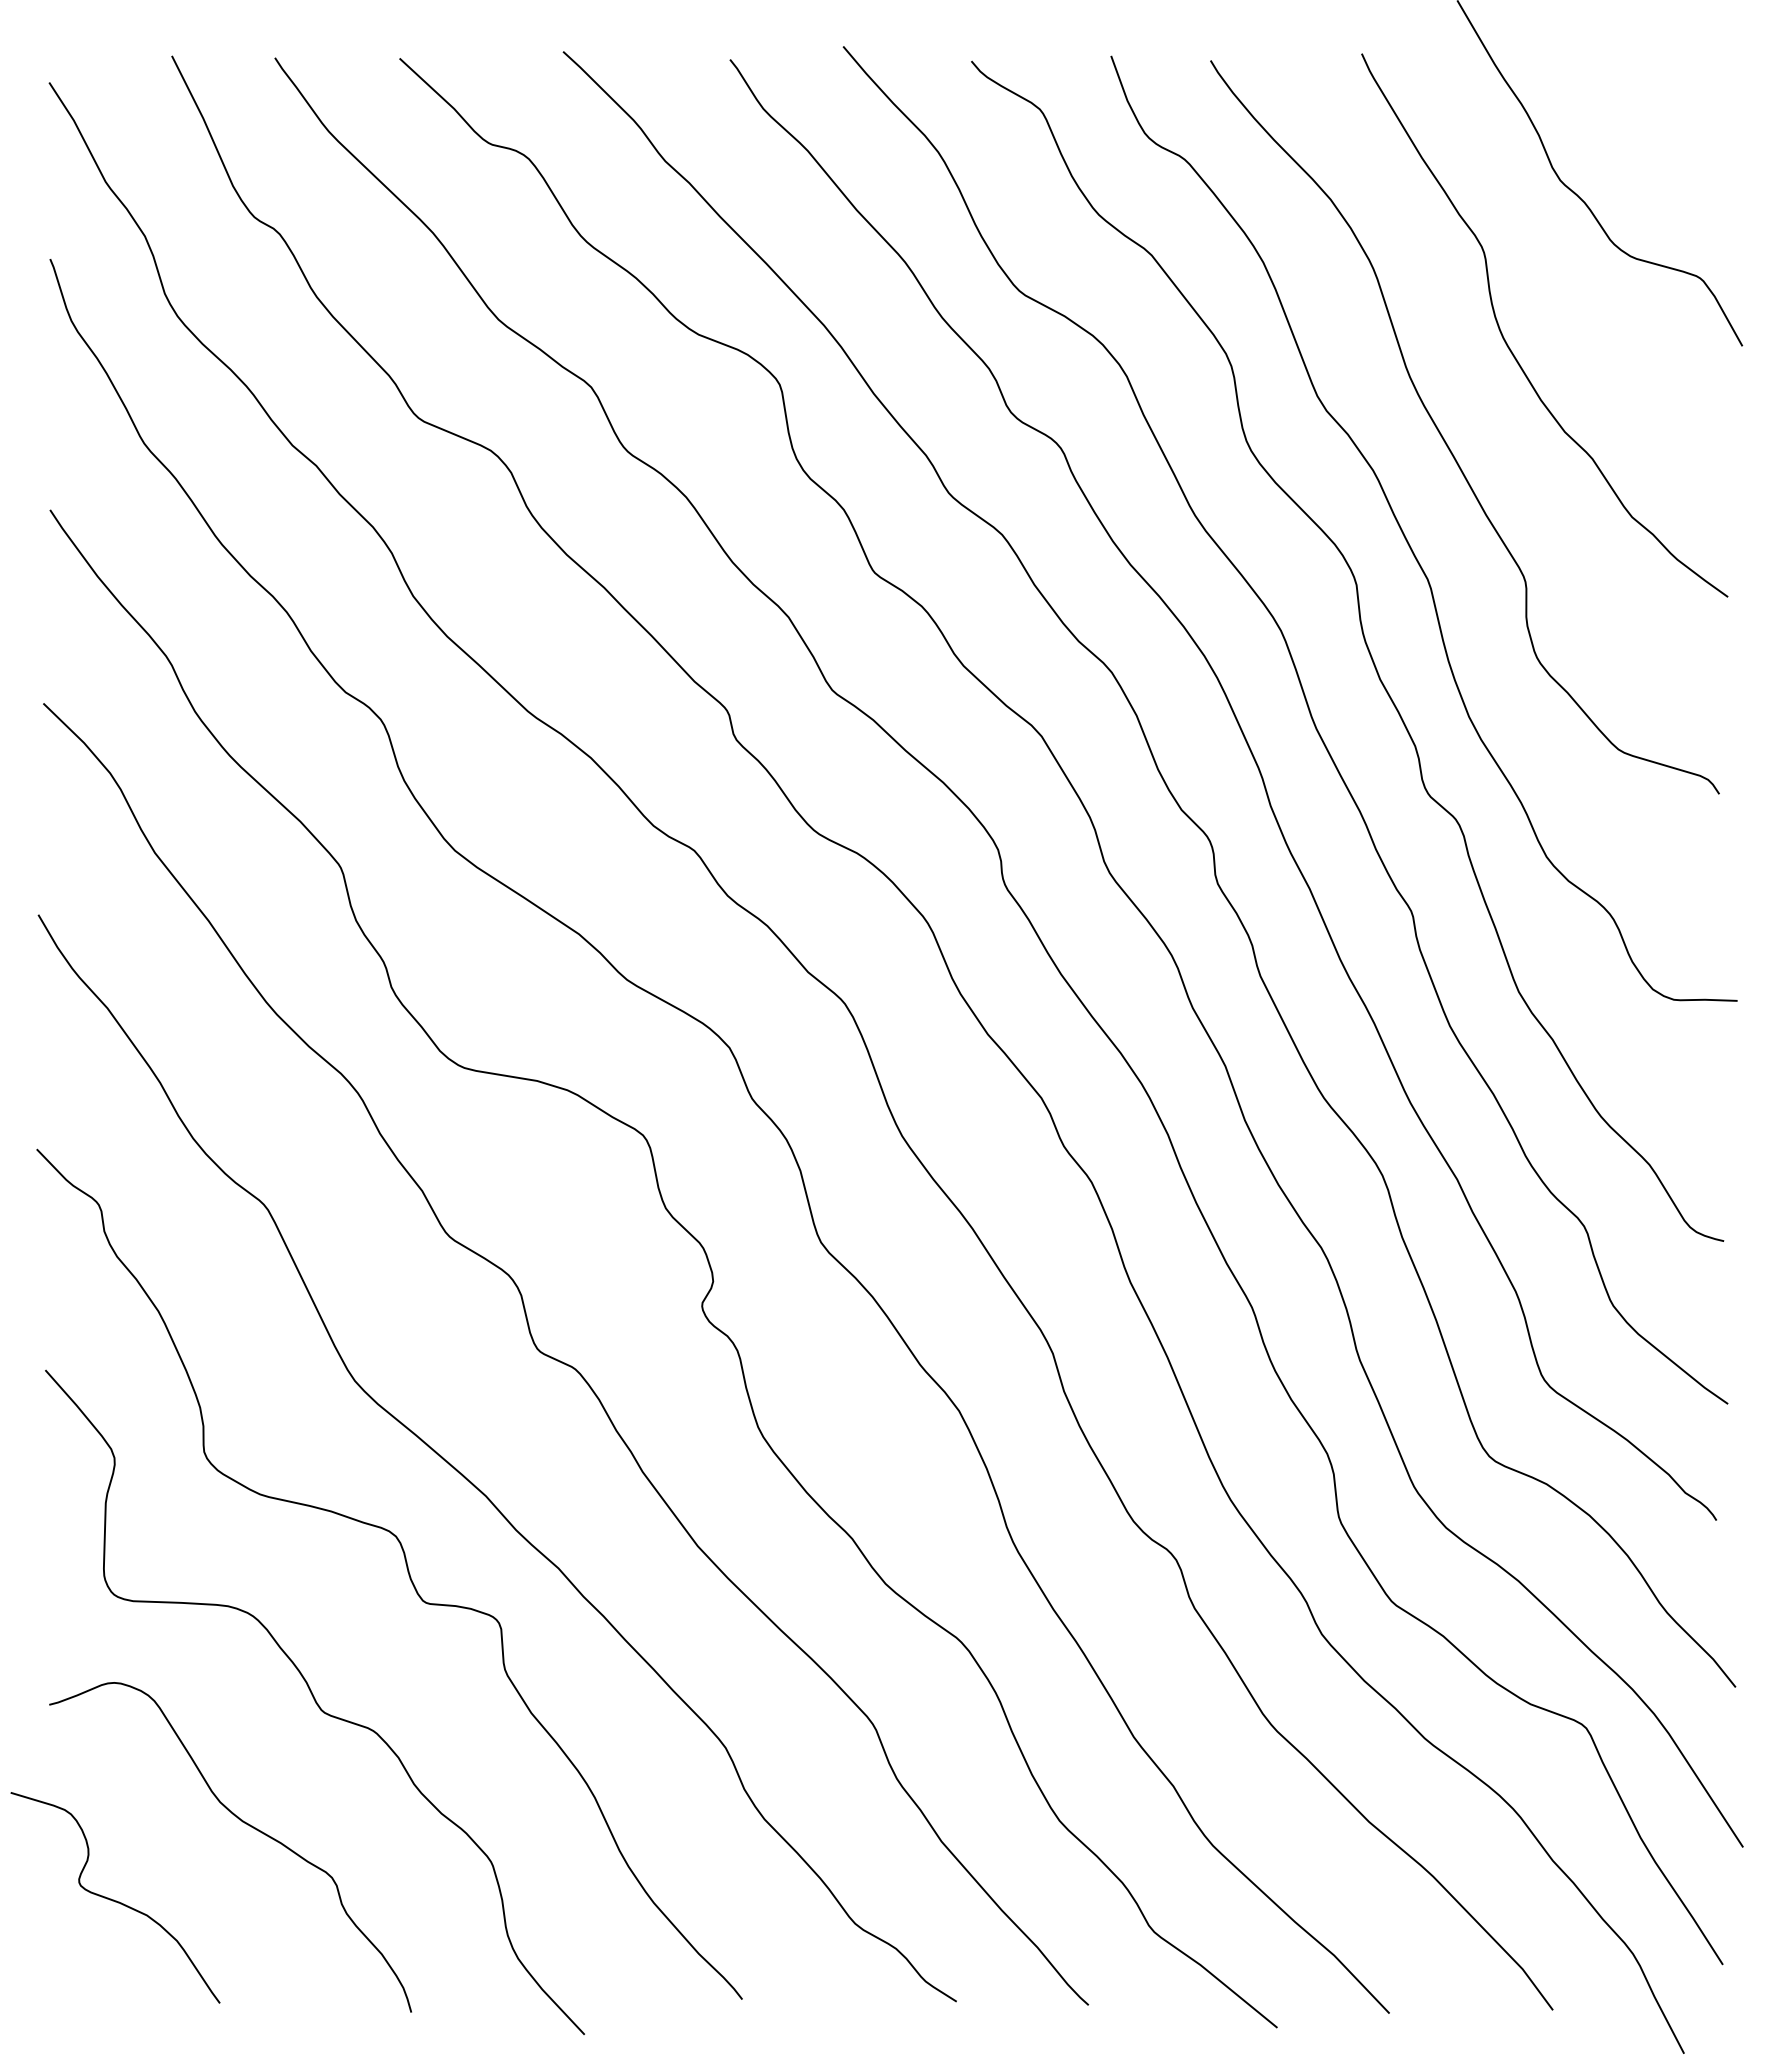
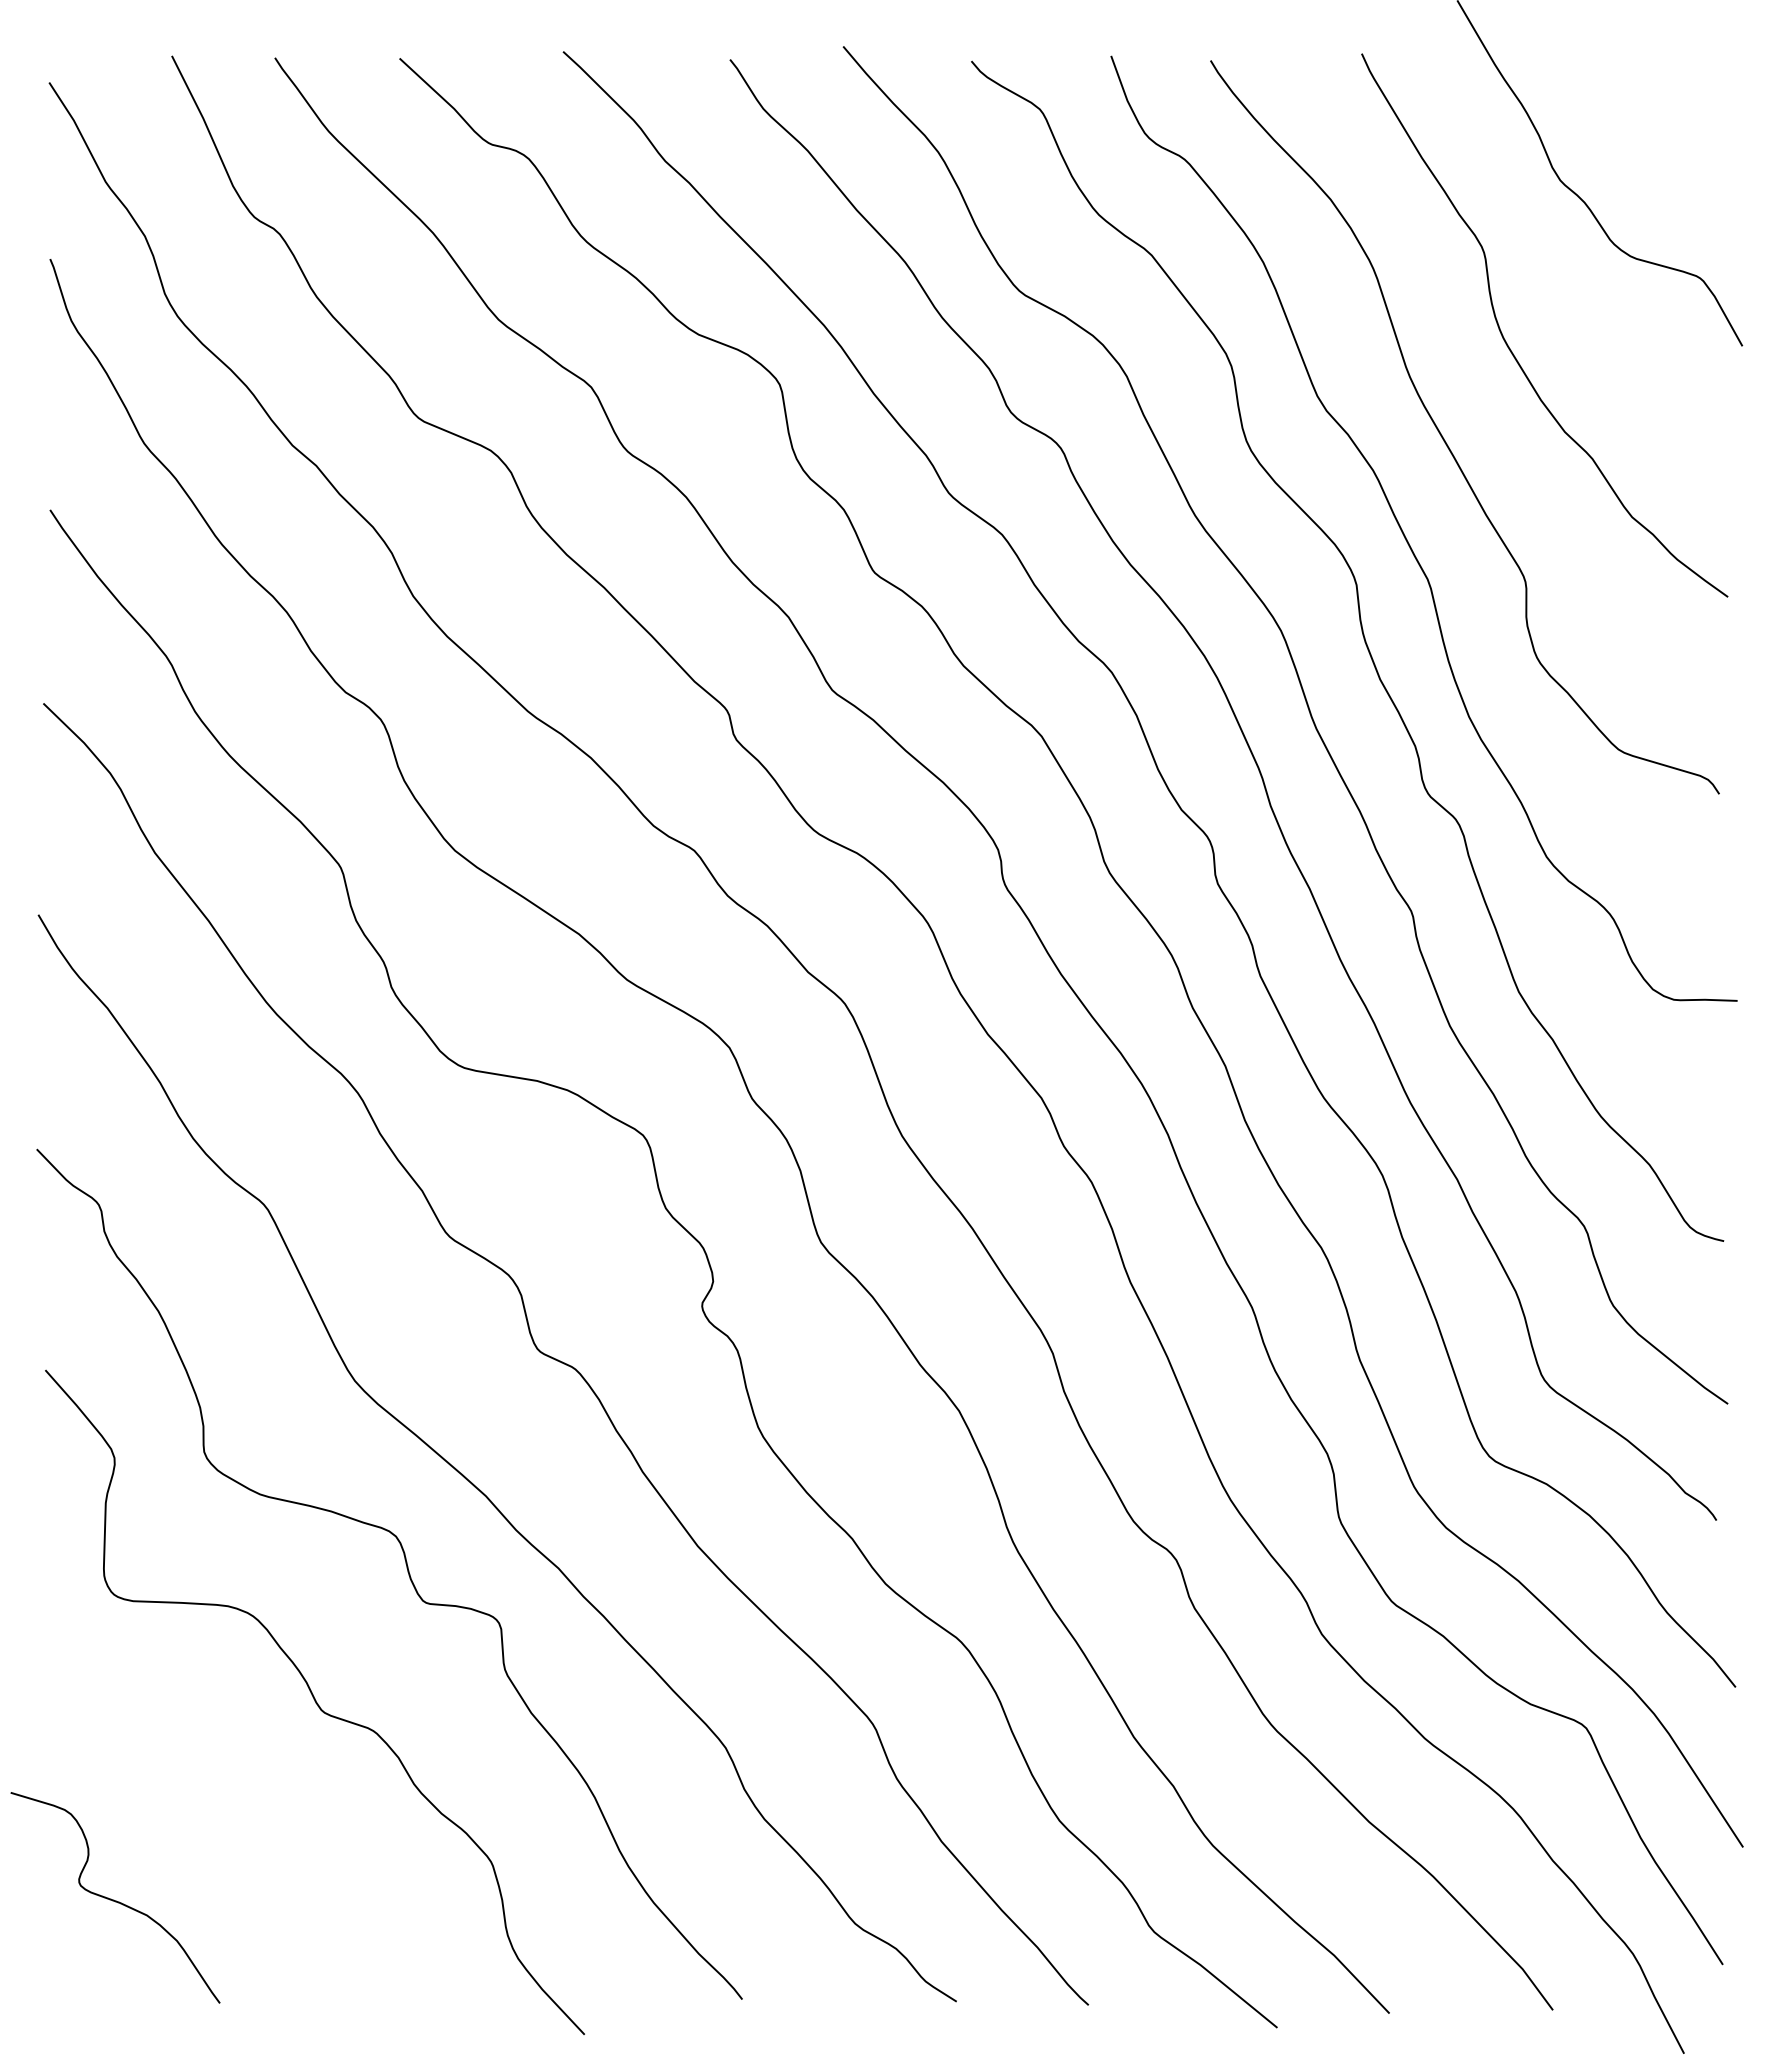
curve at (242, 1822): present -> none
